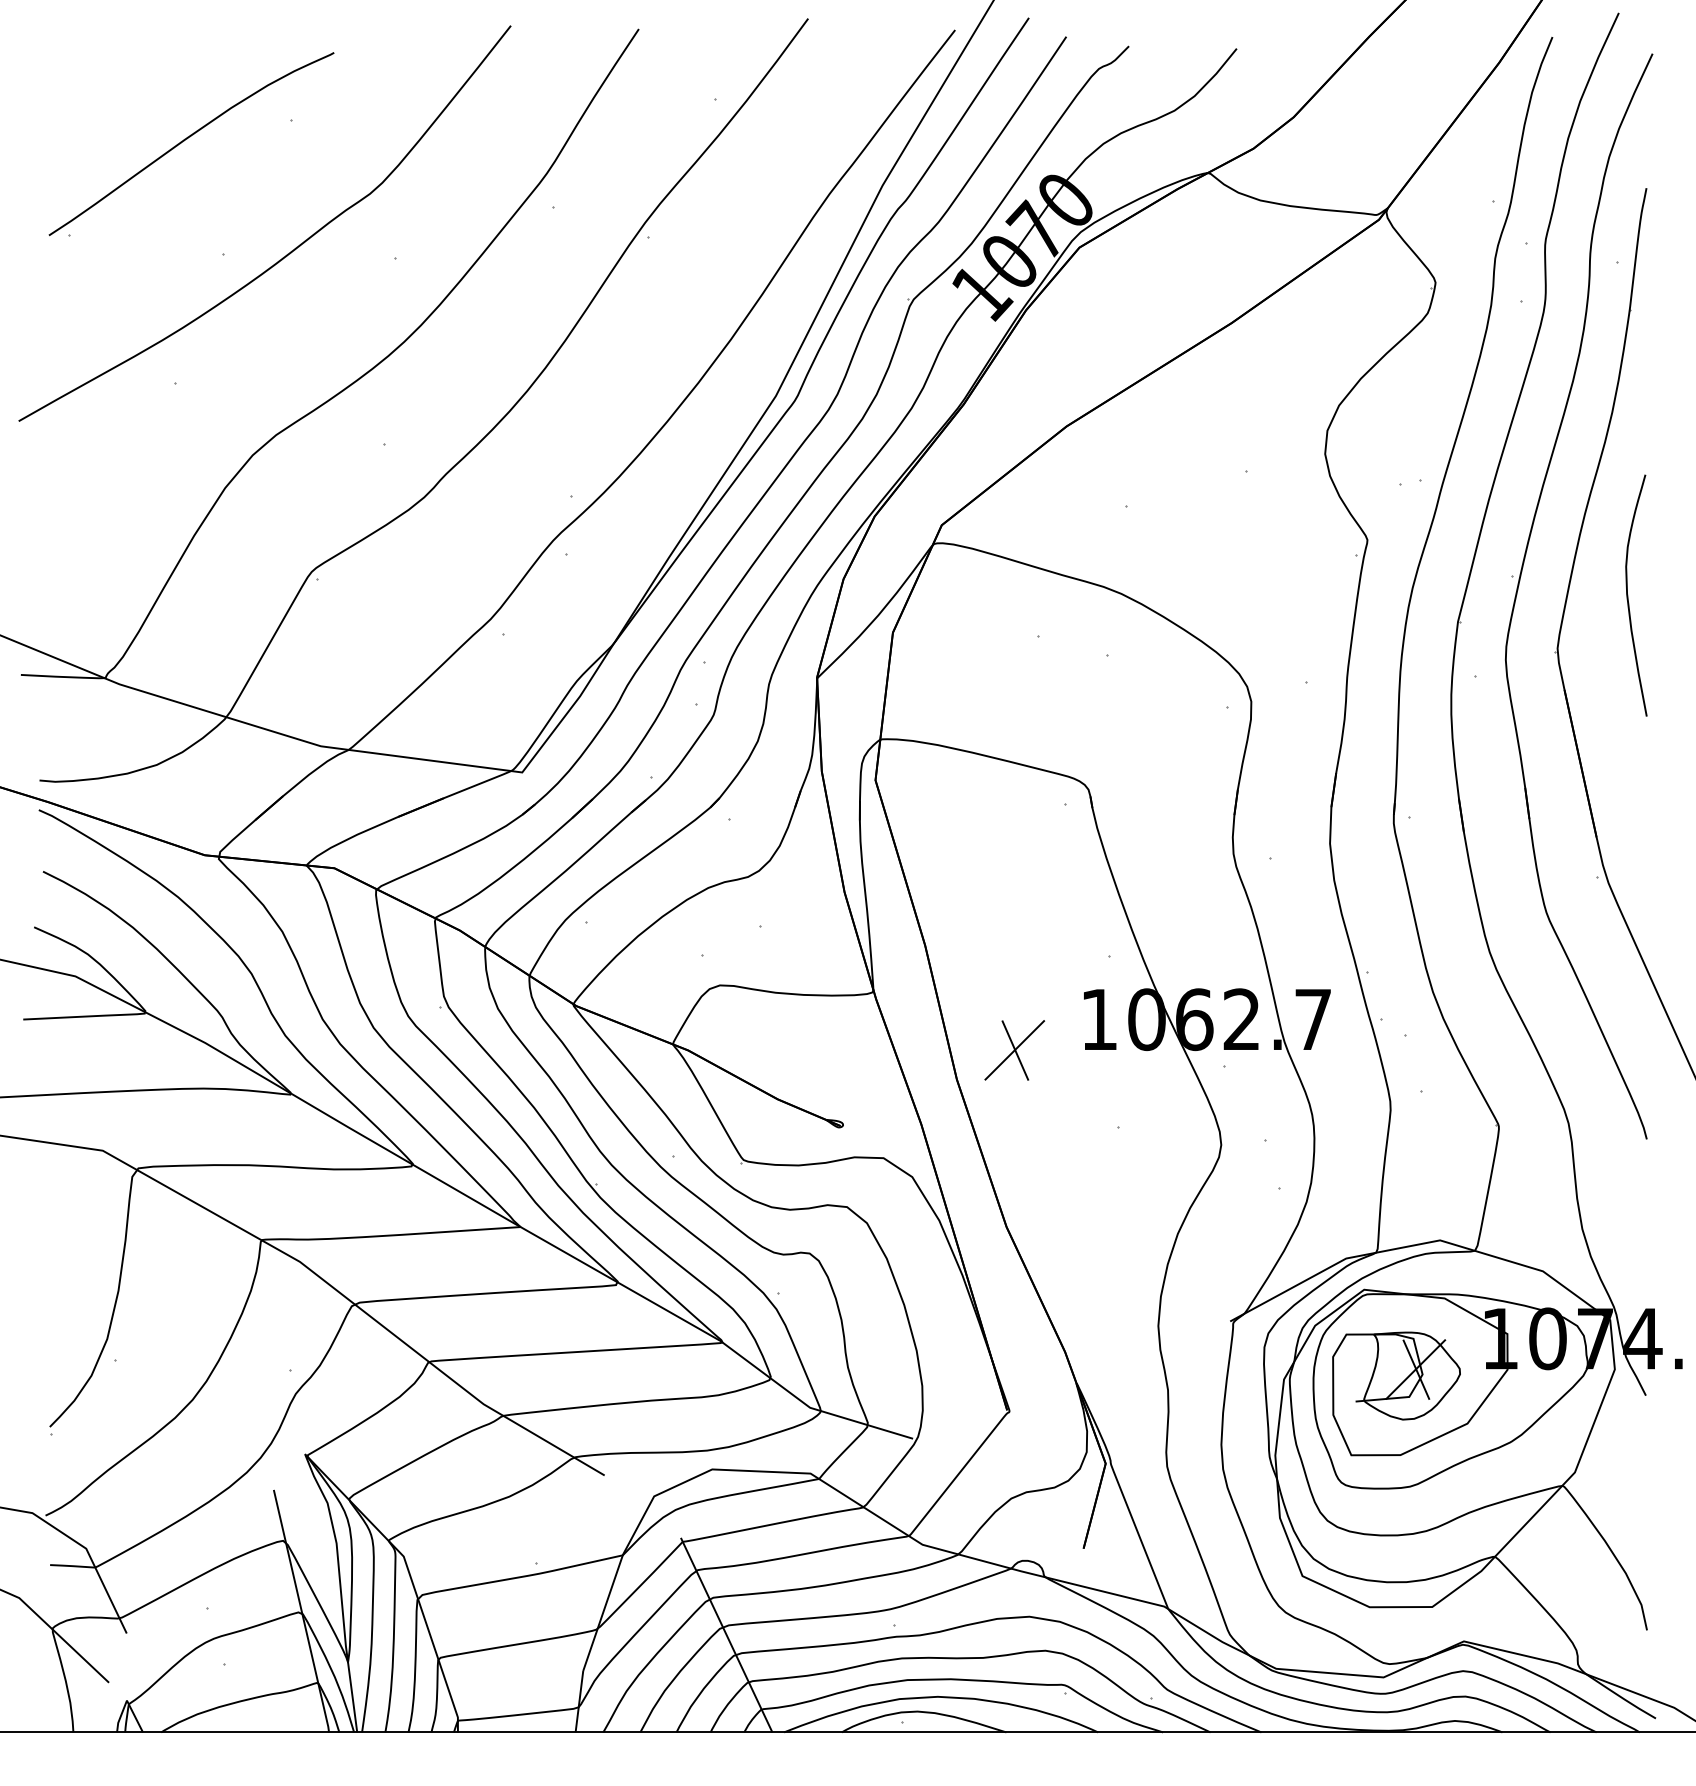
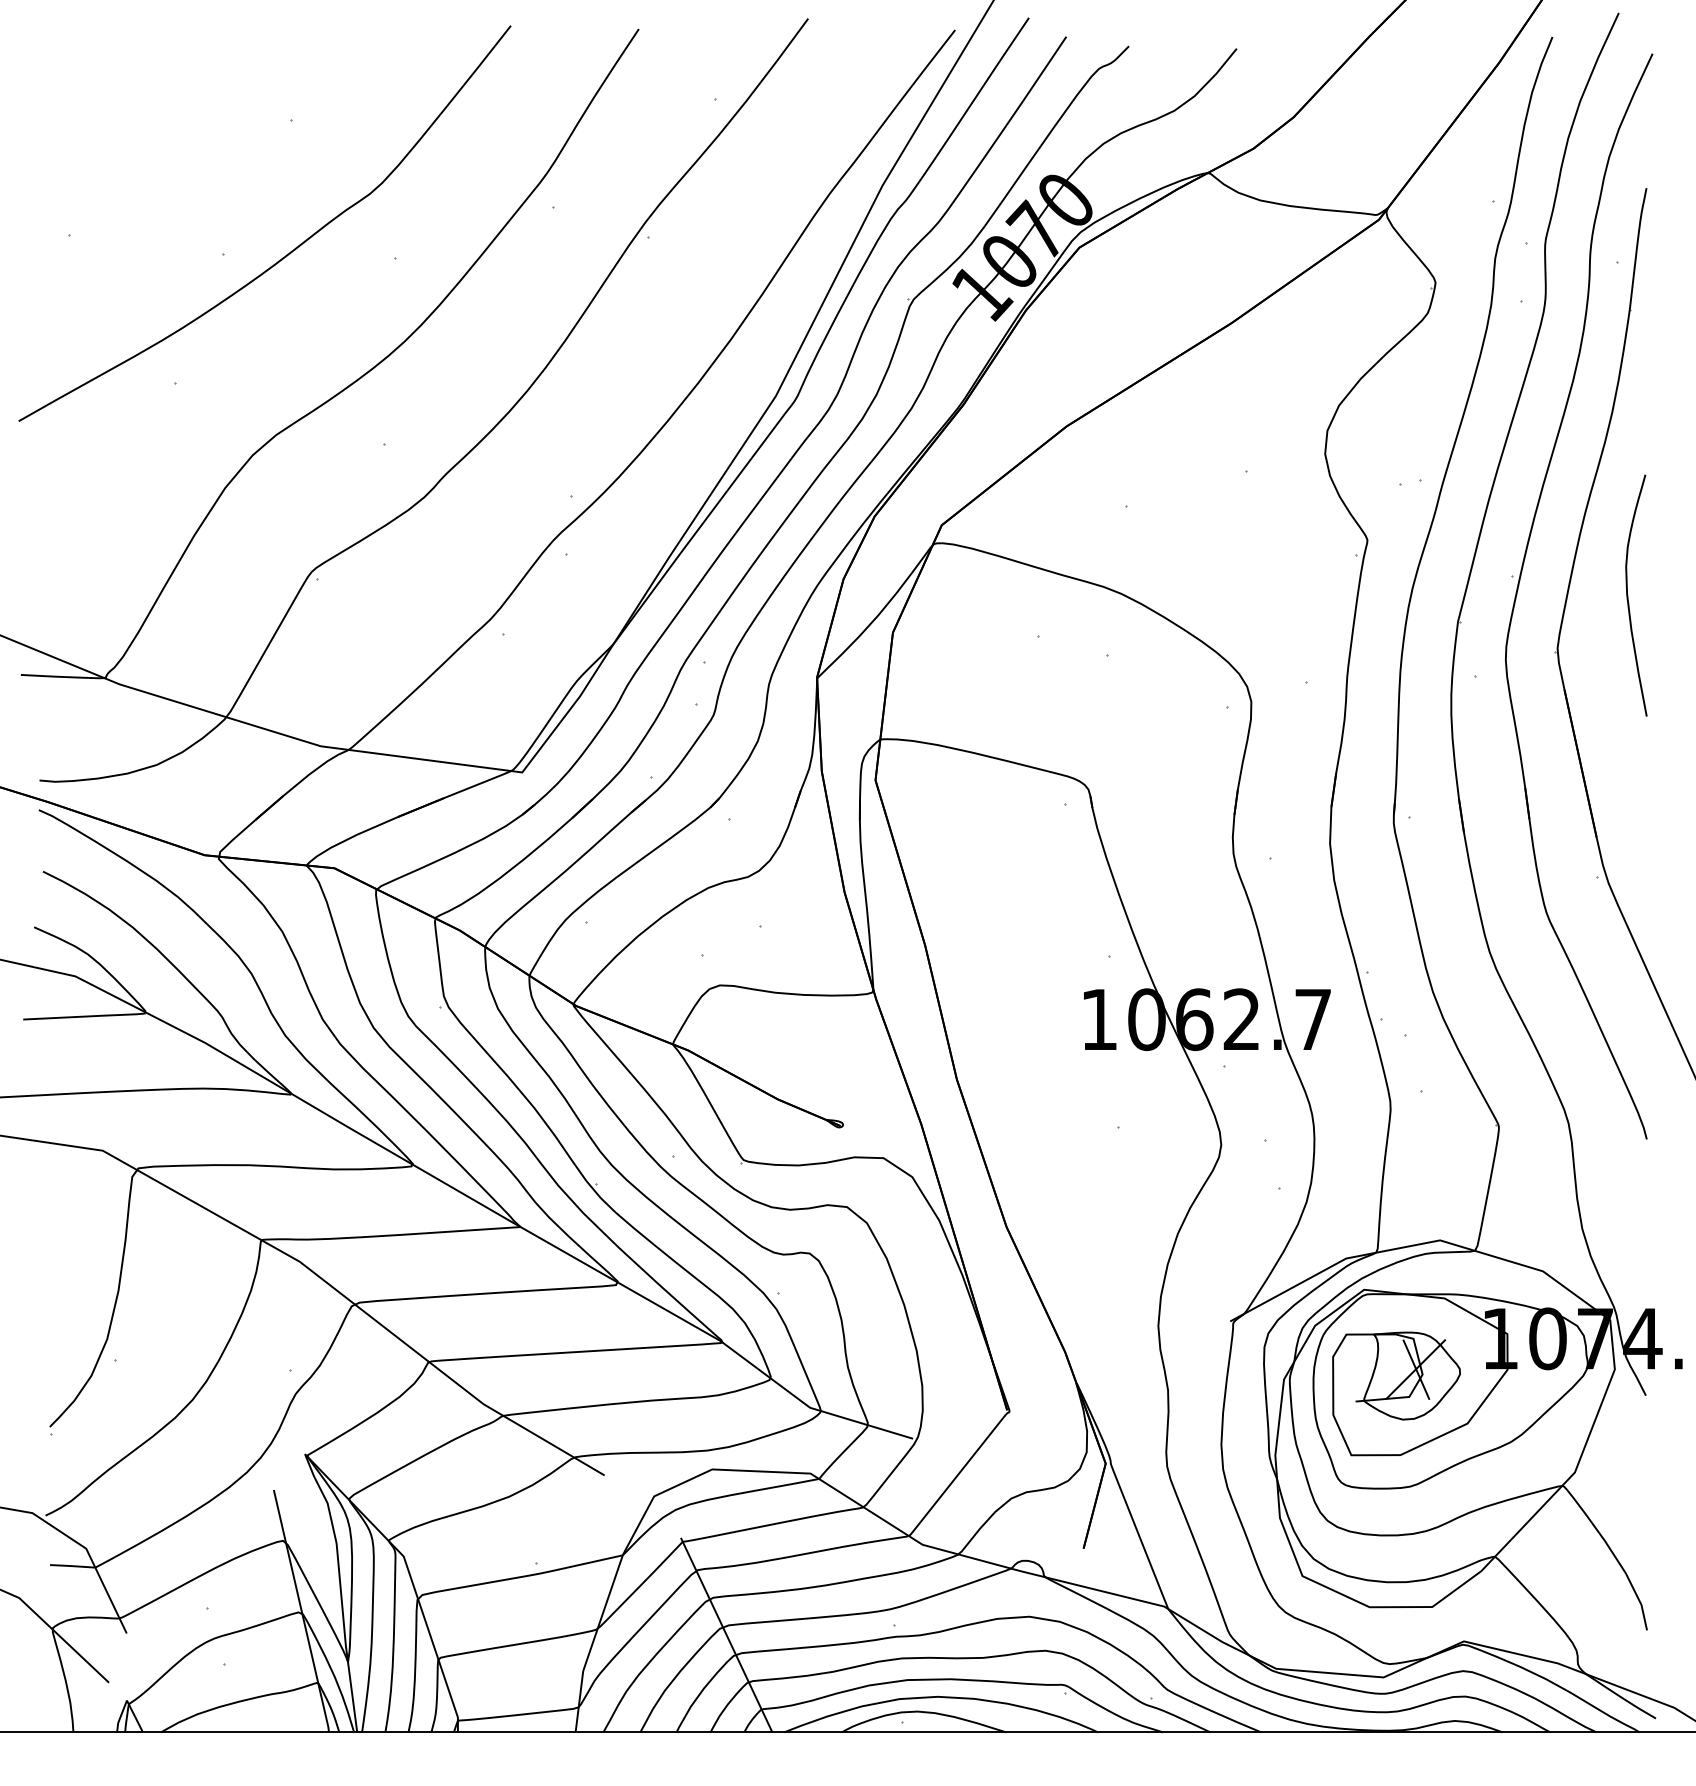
curve at (187, 139): present -> none
part at (1014, 1050): present -> none
